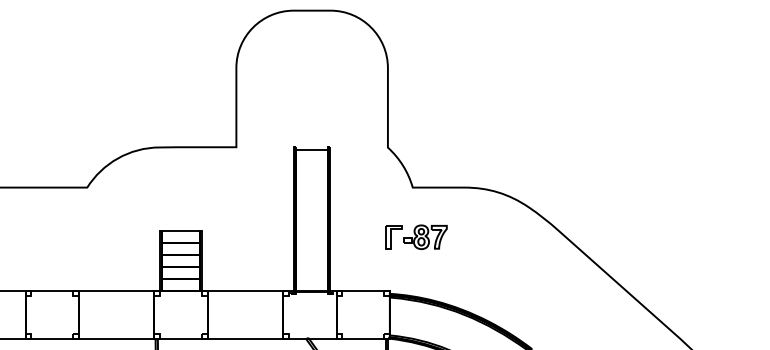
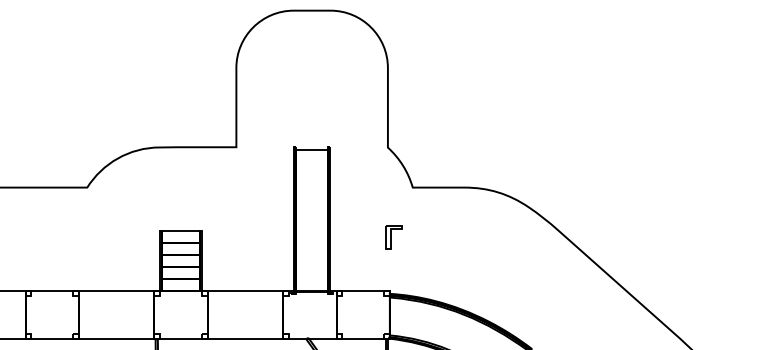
part at (425, 236): present -> none
